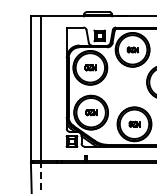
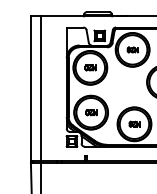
line at (40, 177): dashed -> solid
